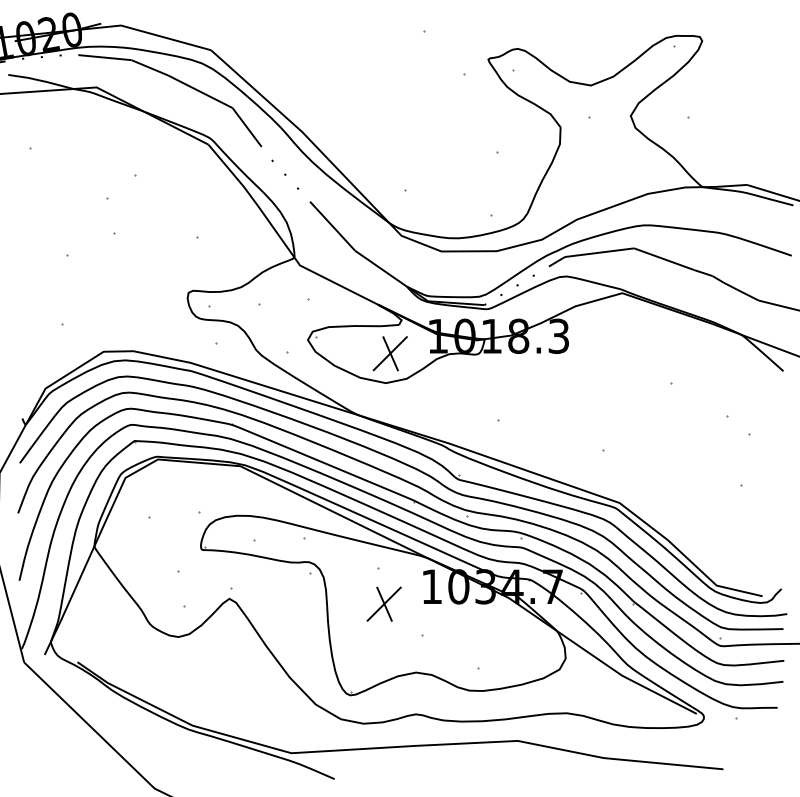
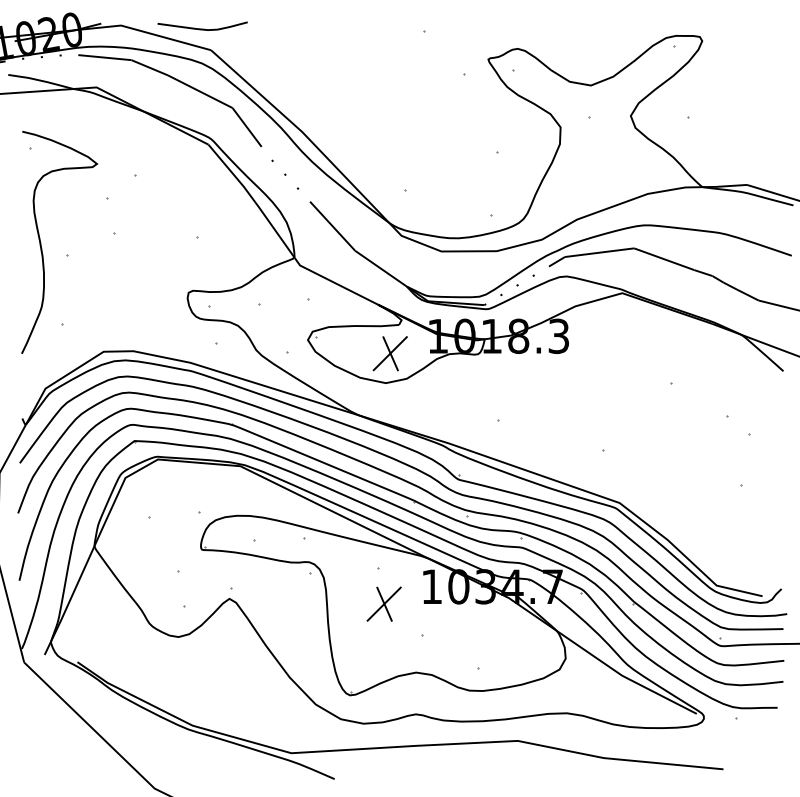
curve at (202, 28): none -> present
curve at (41, 242): none -> present
